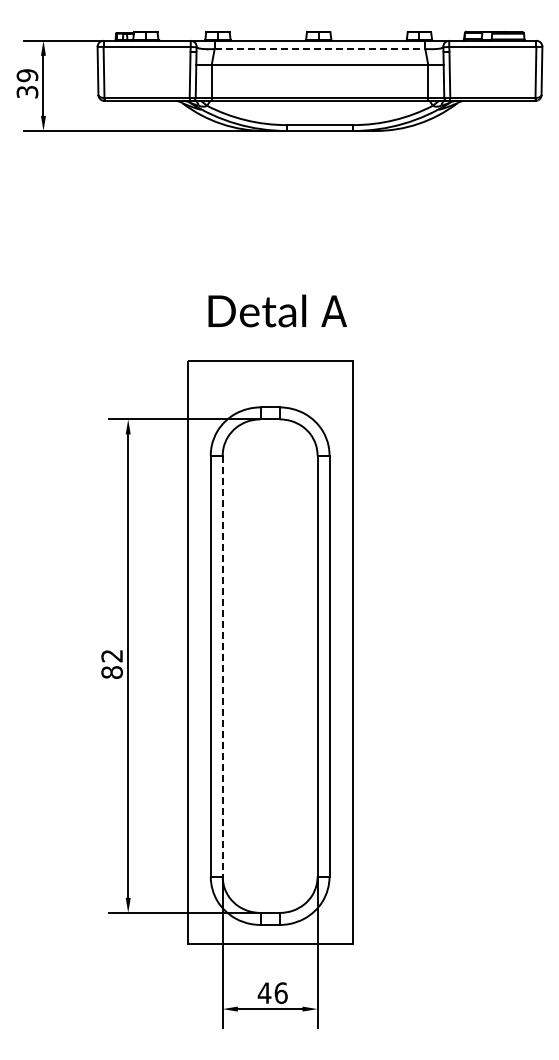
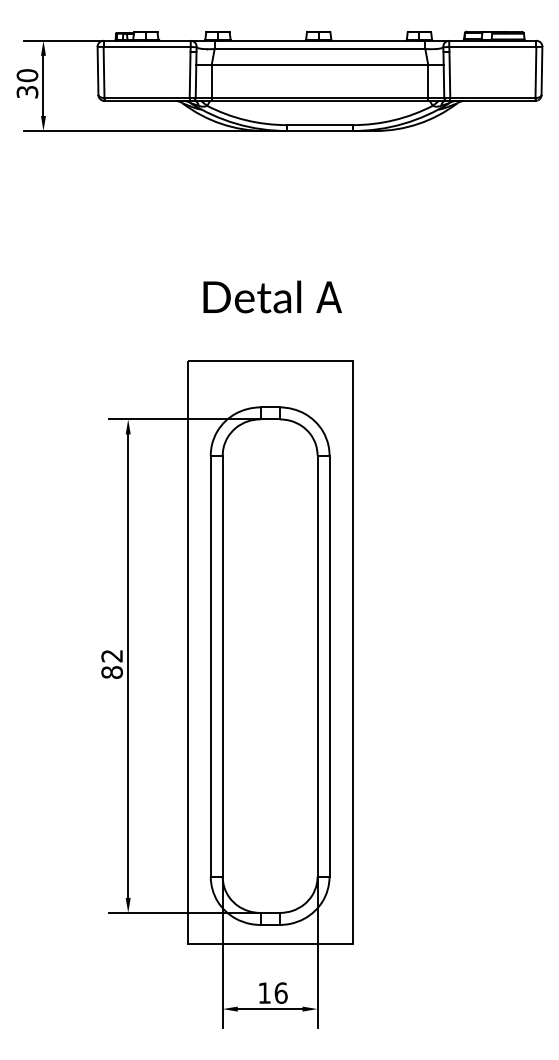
line at (320, 49): dashed -> solid
text at (27, 75): 39 -> 30
text at (277, 310) position: (277, 310) -> (272, 296)
line at (222, 666): dashed -> solid
text at (264, 992): 46 -> 16
